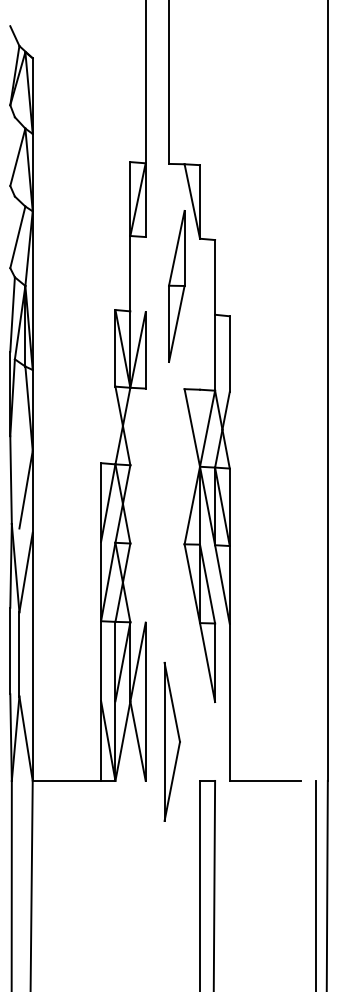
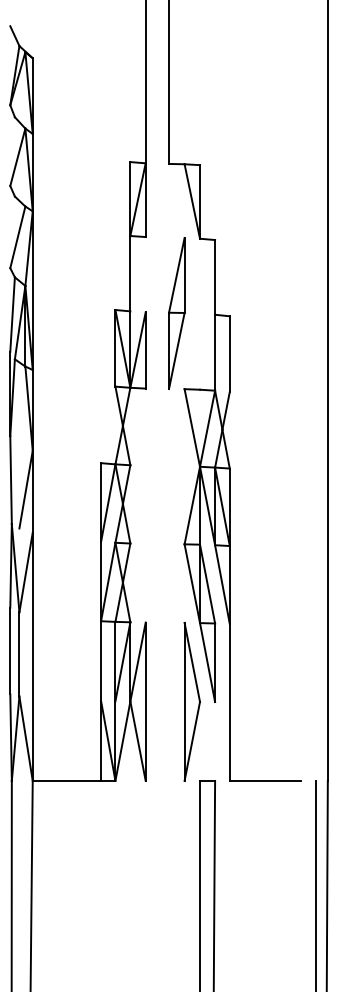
part at (176, 286) position: (176, 286) -> (176, 313)
part at (171, 741) position: (171, 741) -> (191, 701)
